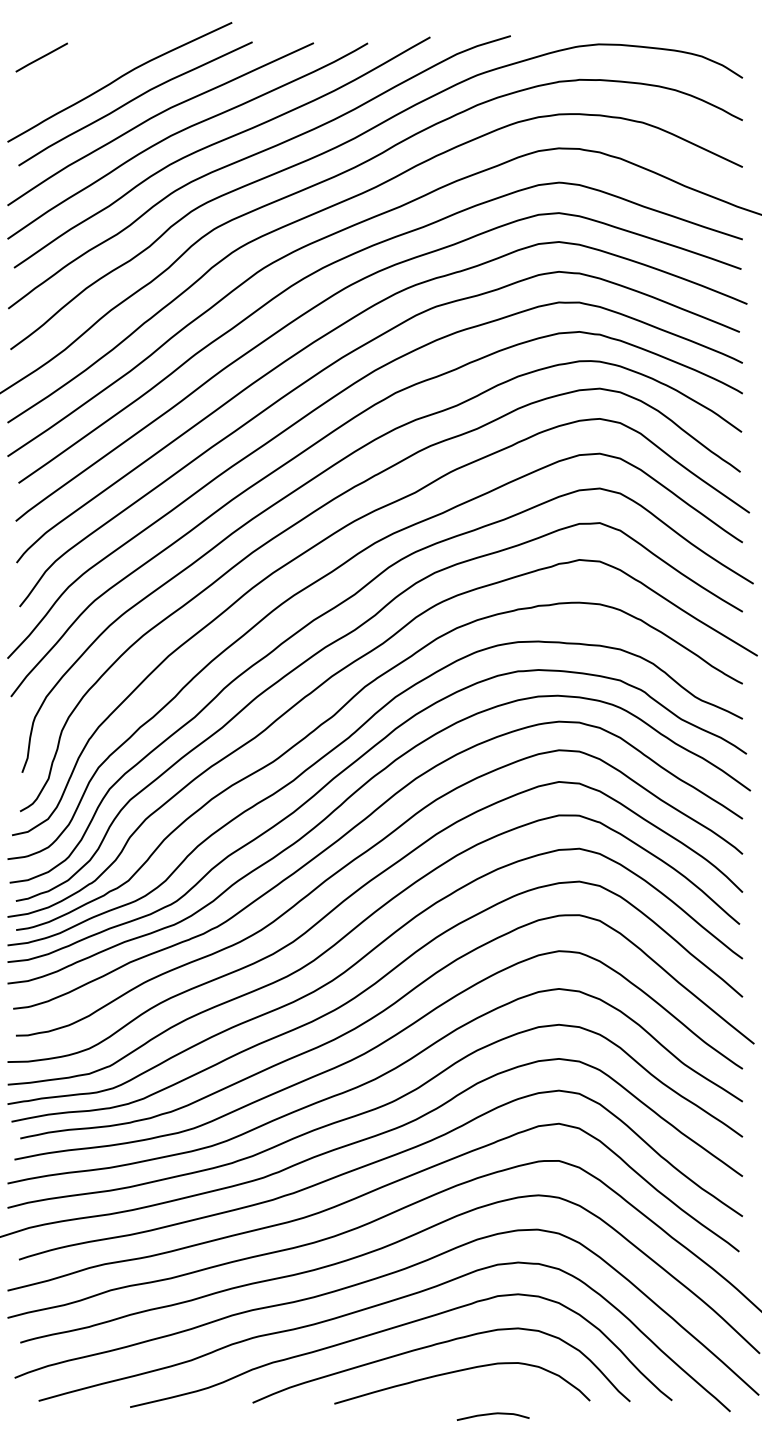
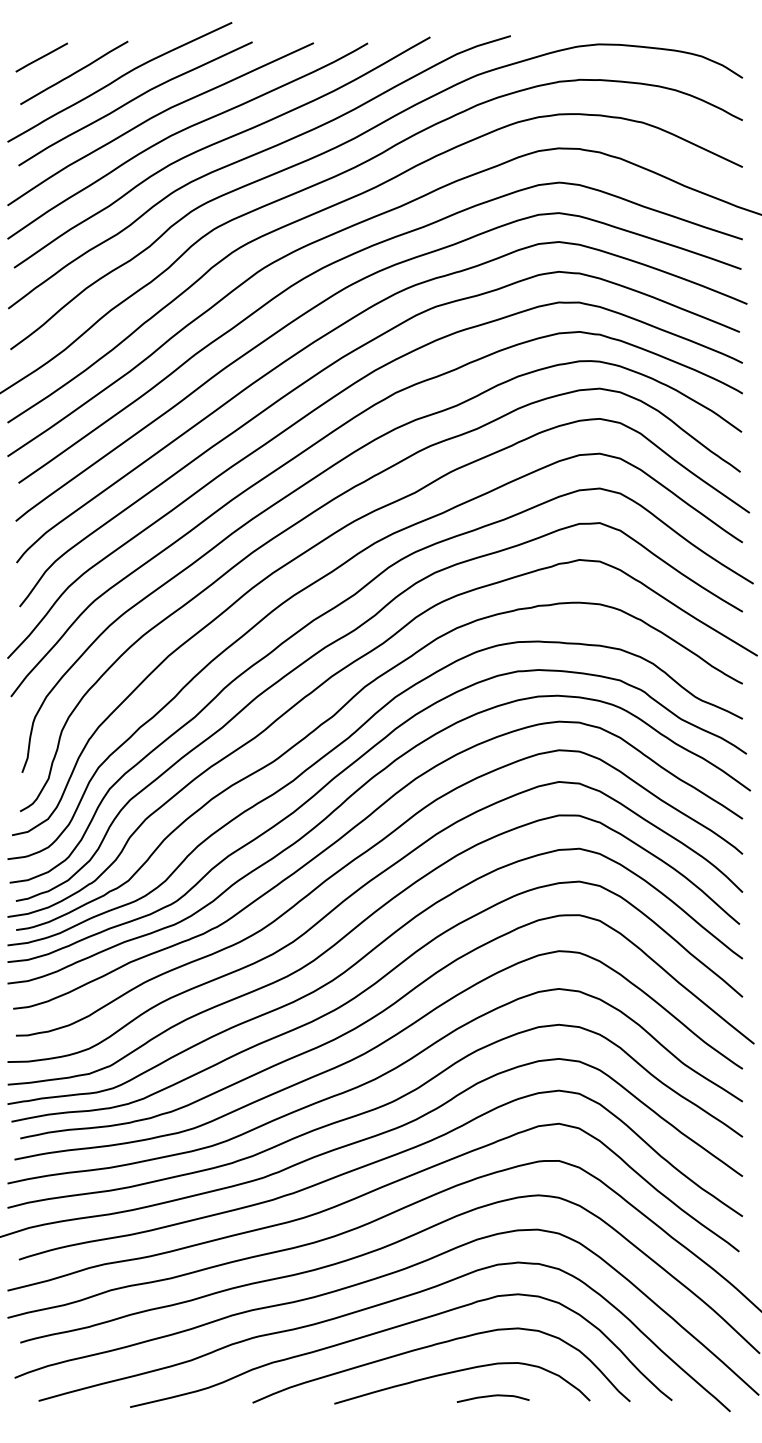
line at (74, 72): none -> present
curve at (492, 1414) position: (492, 1414) -> (492, 1396)
